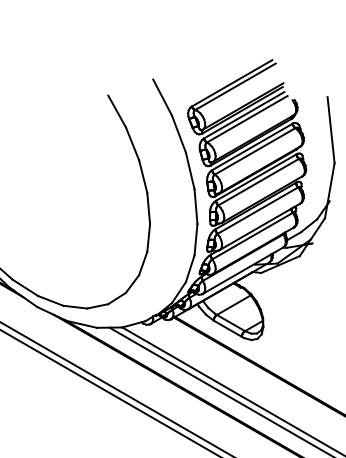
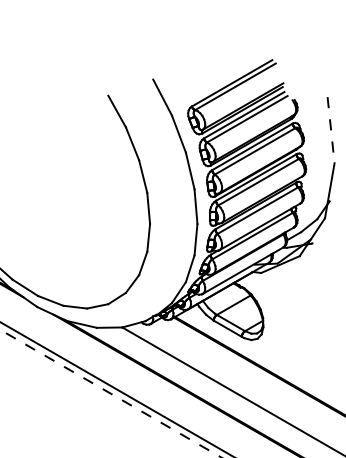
line at (331, 130): solid -> dashed
line at (219, 390): present -> none
line at (111, 393): solid -> dashed
